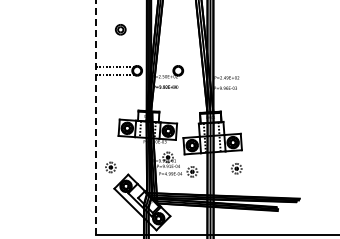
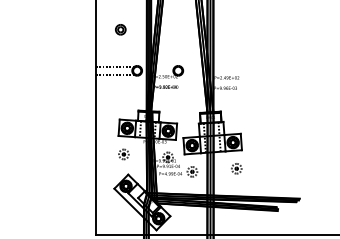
line at (96, 118): dashed -> solid
part at (110, 167) position: (110, 167) -> (123, 154)
